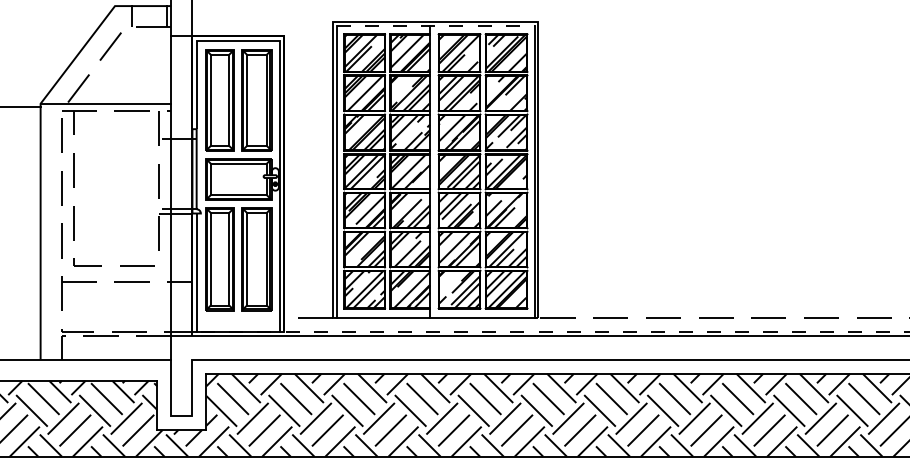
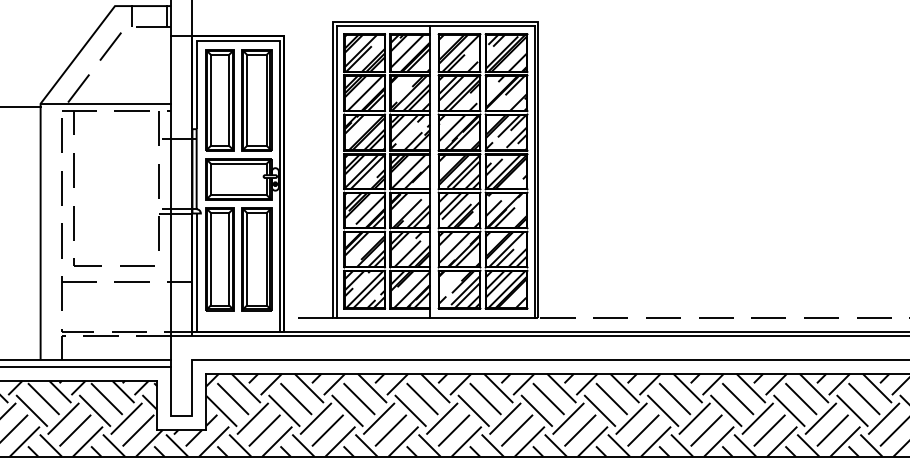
line at (435, 26): dashed -> solid
line at (550, 331): dashed -> solid
line at (86, 366): none -> present
